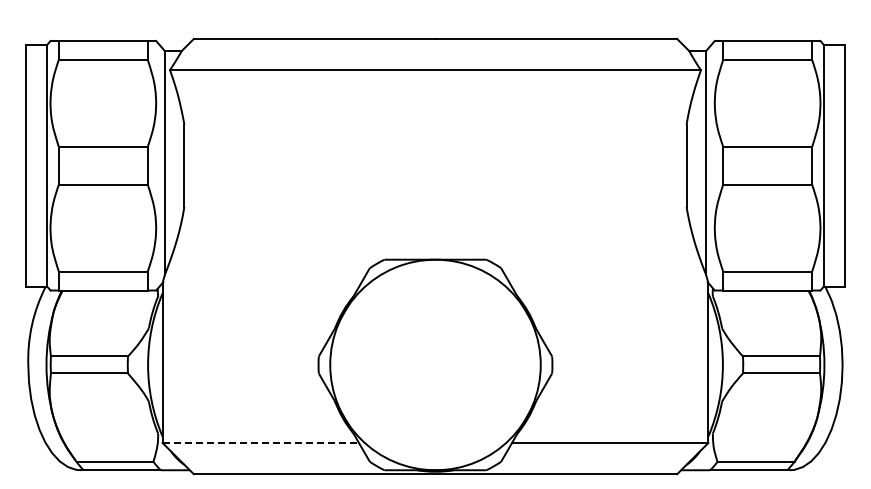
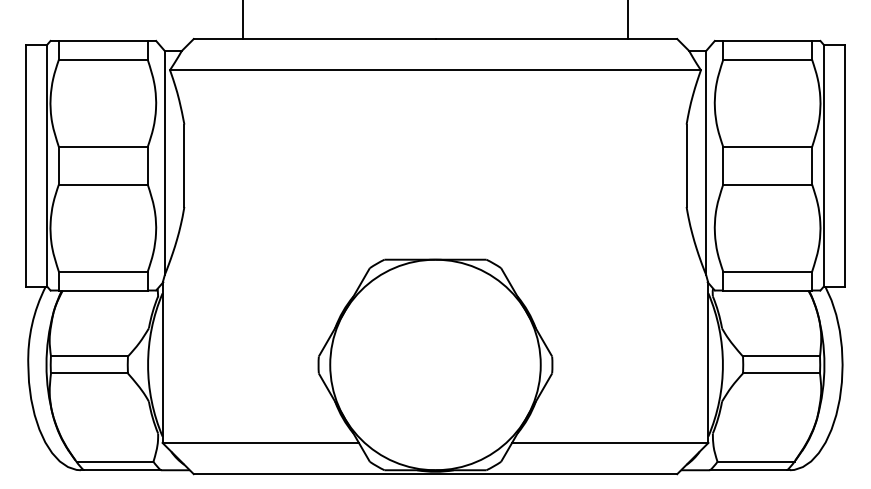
line at (242, 20): none -> present
line at (628, 20): none -> present
line at (261, 442): dashed -> solid
